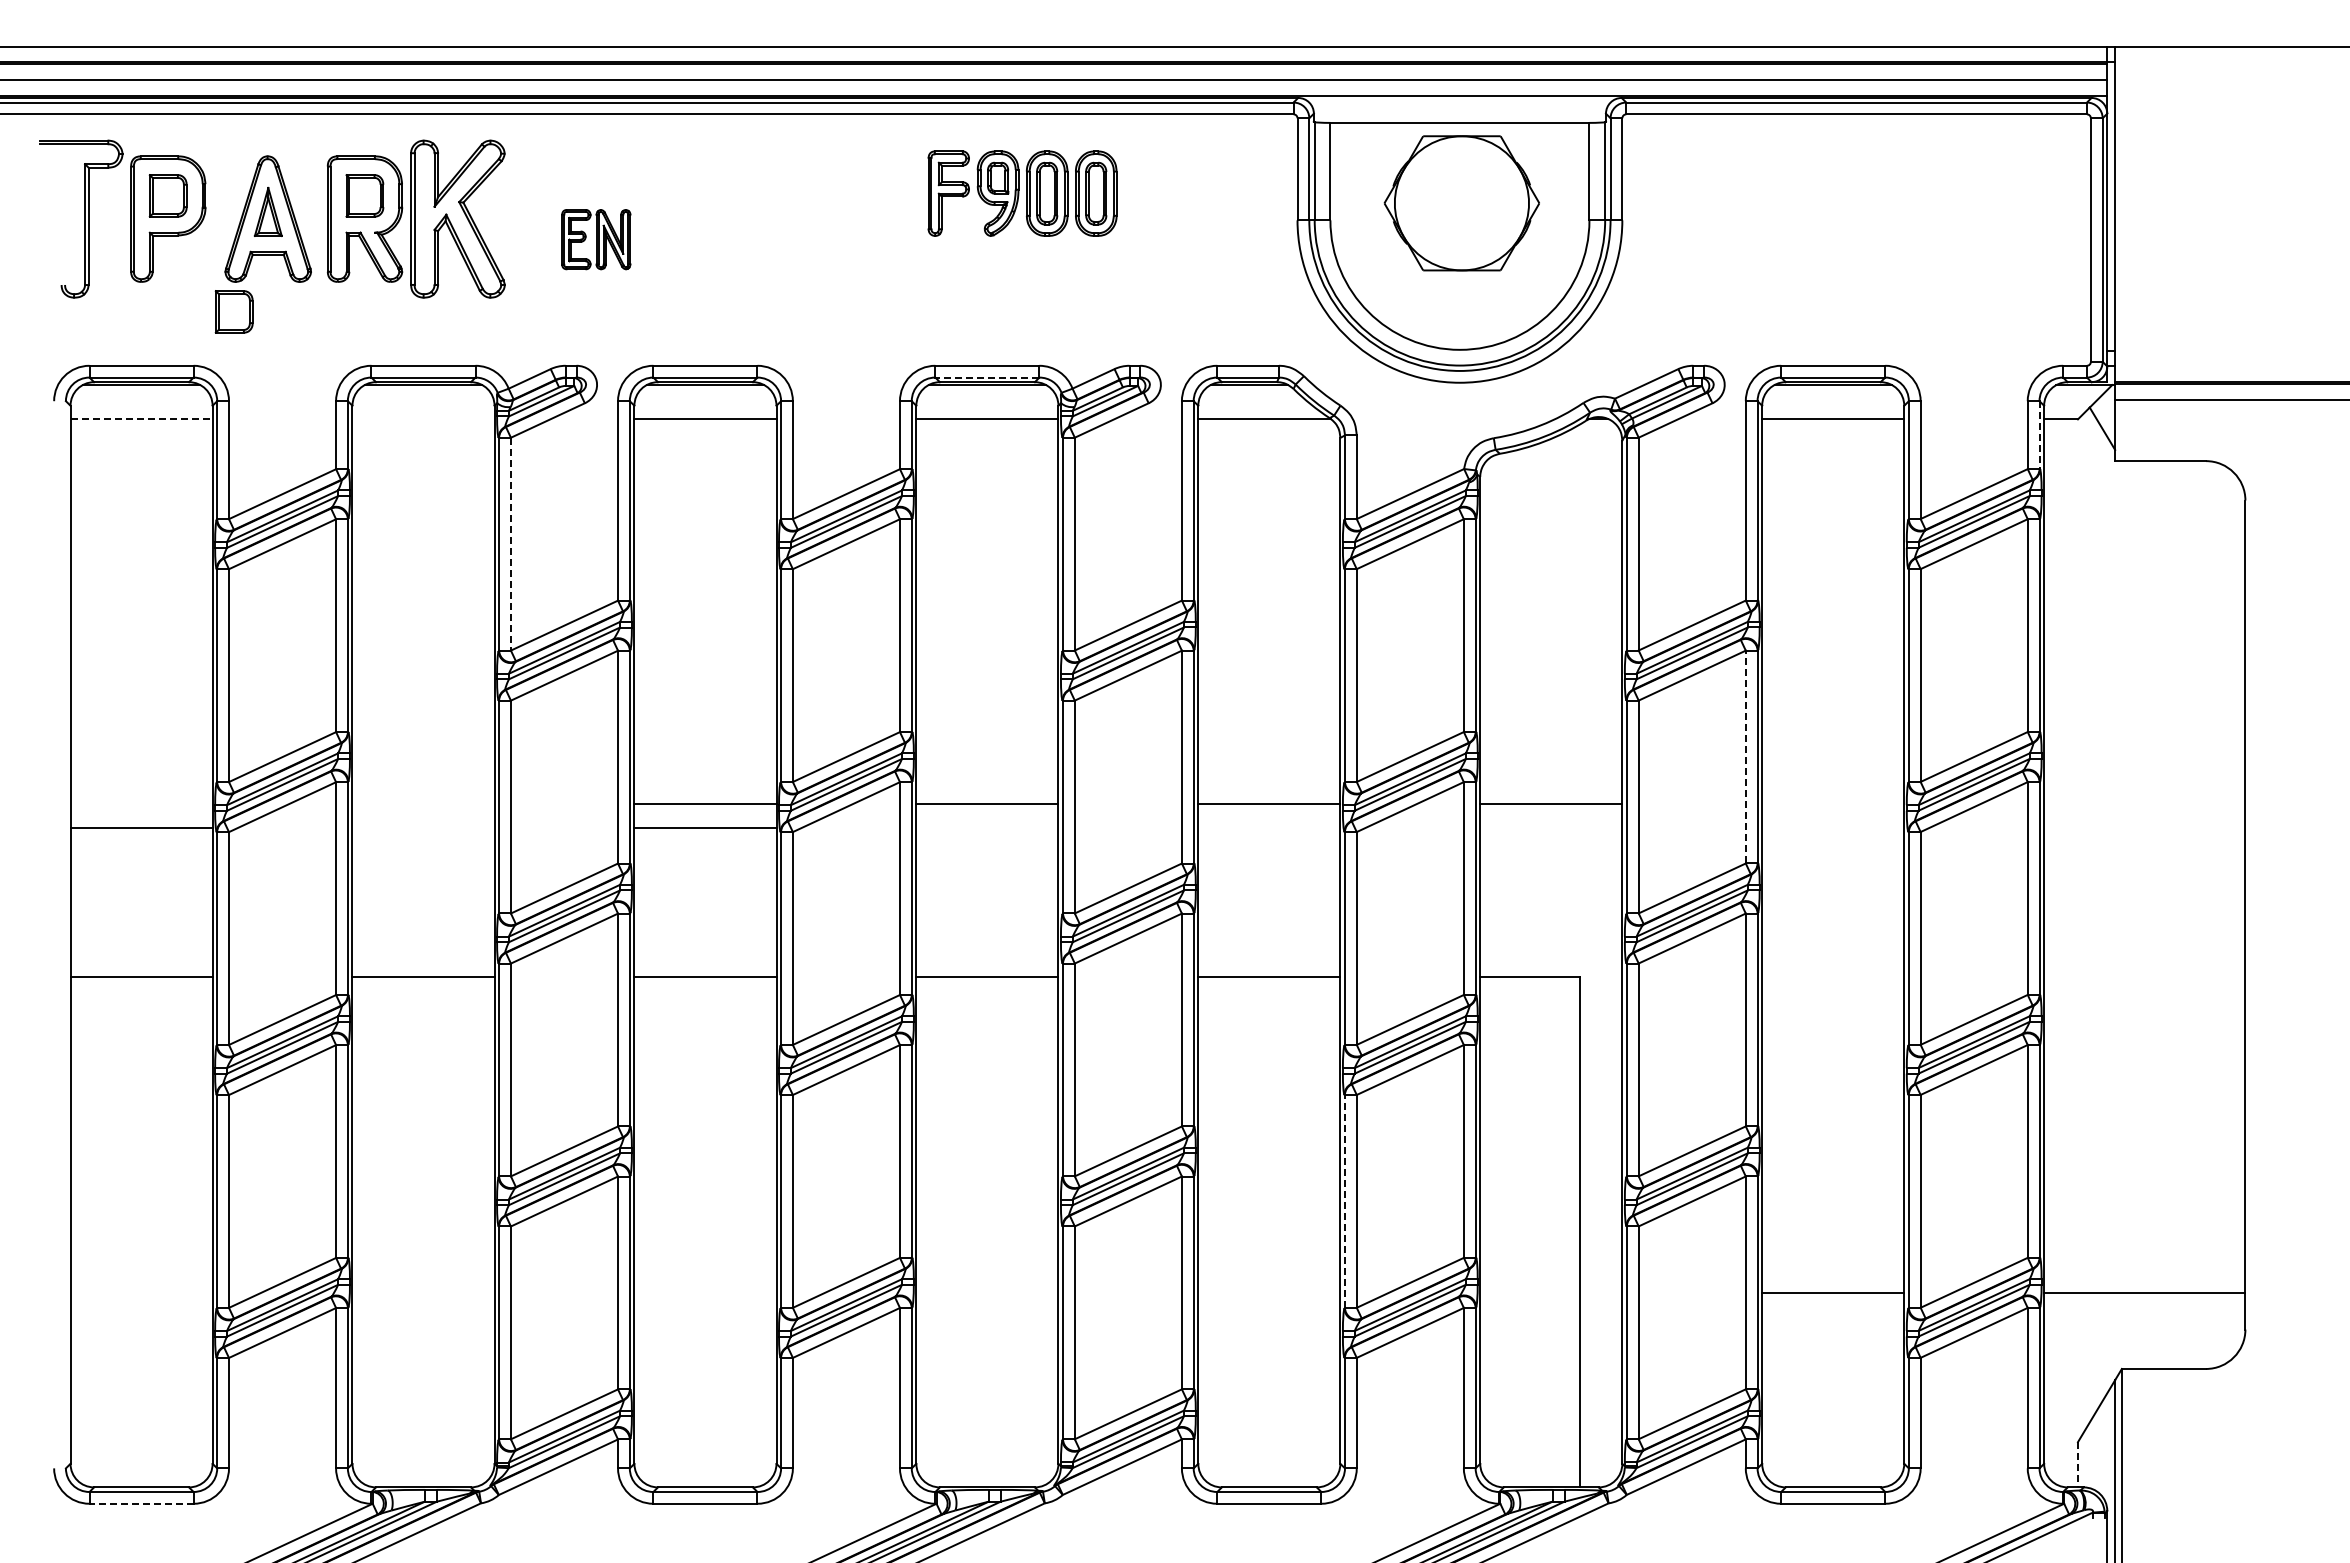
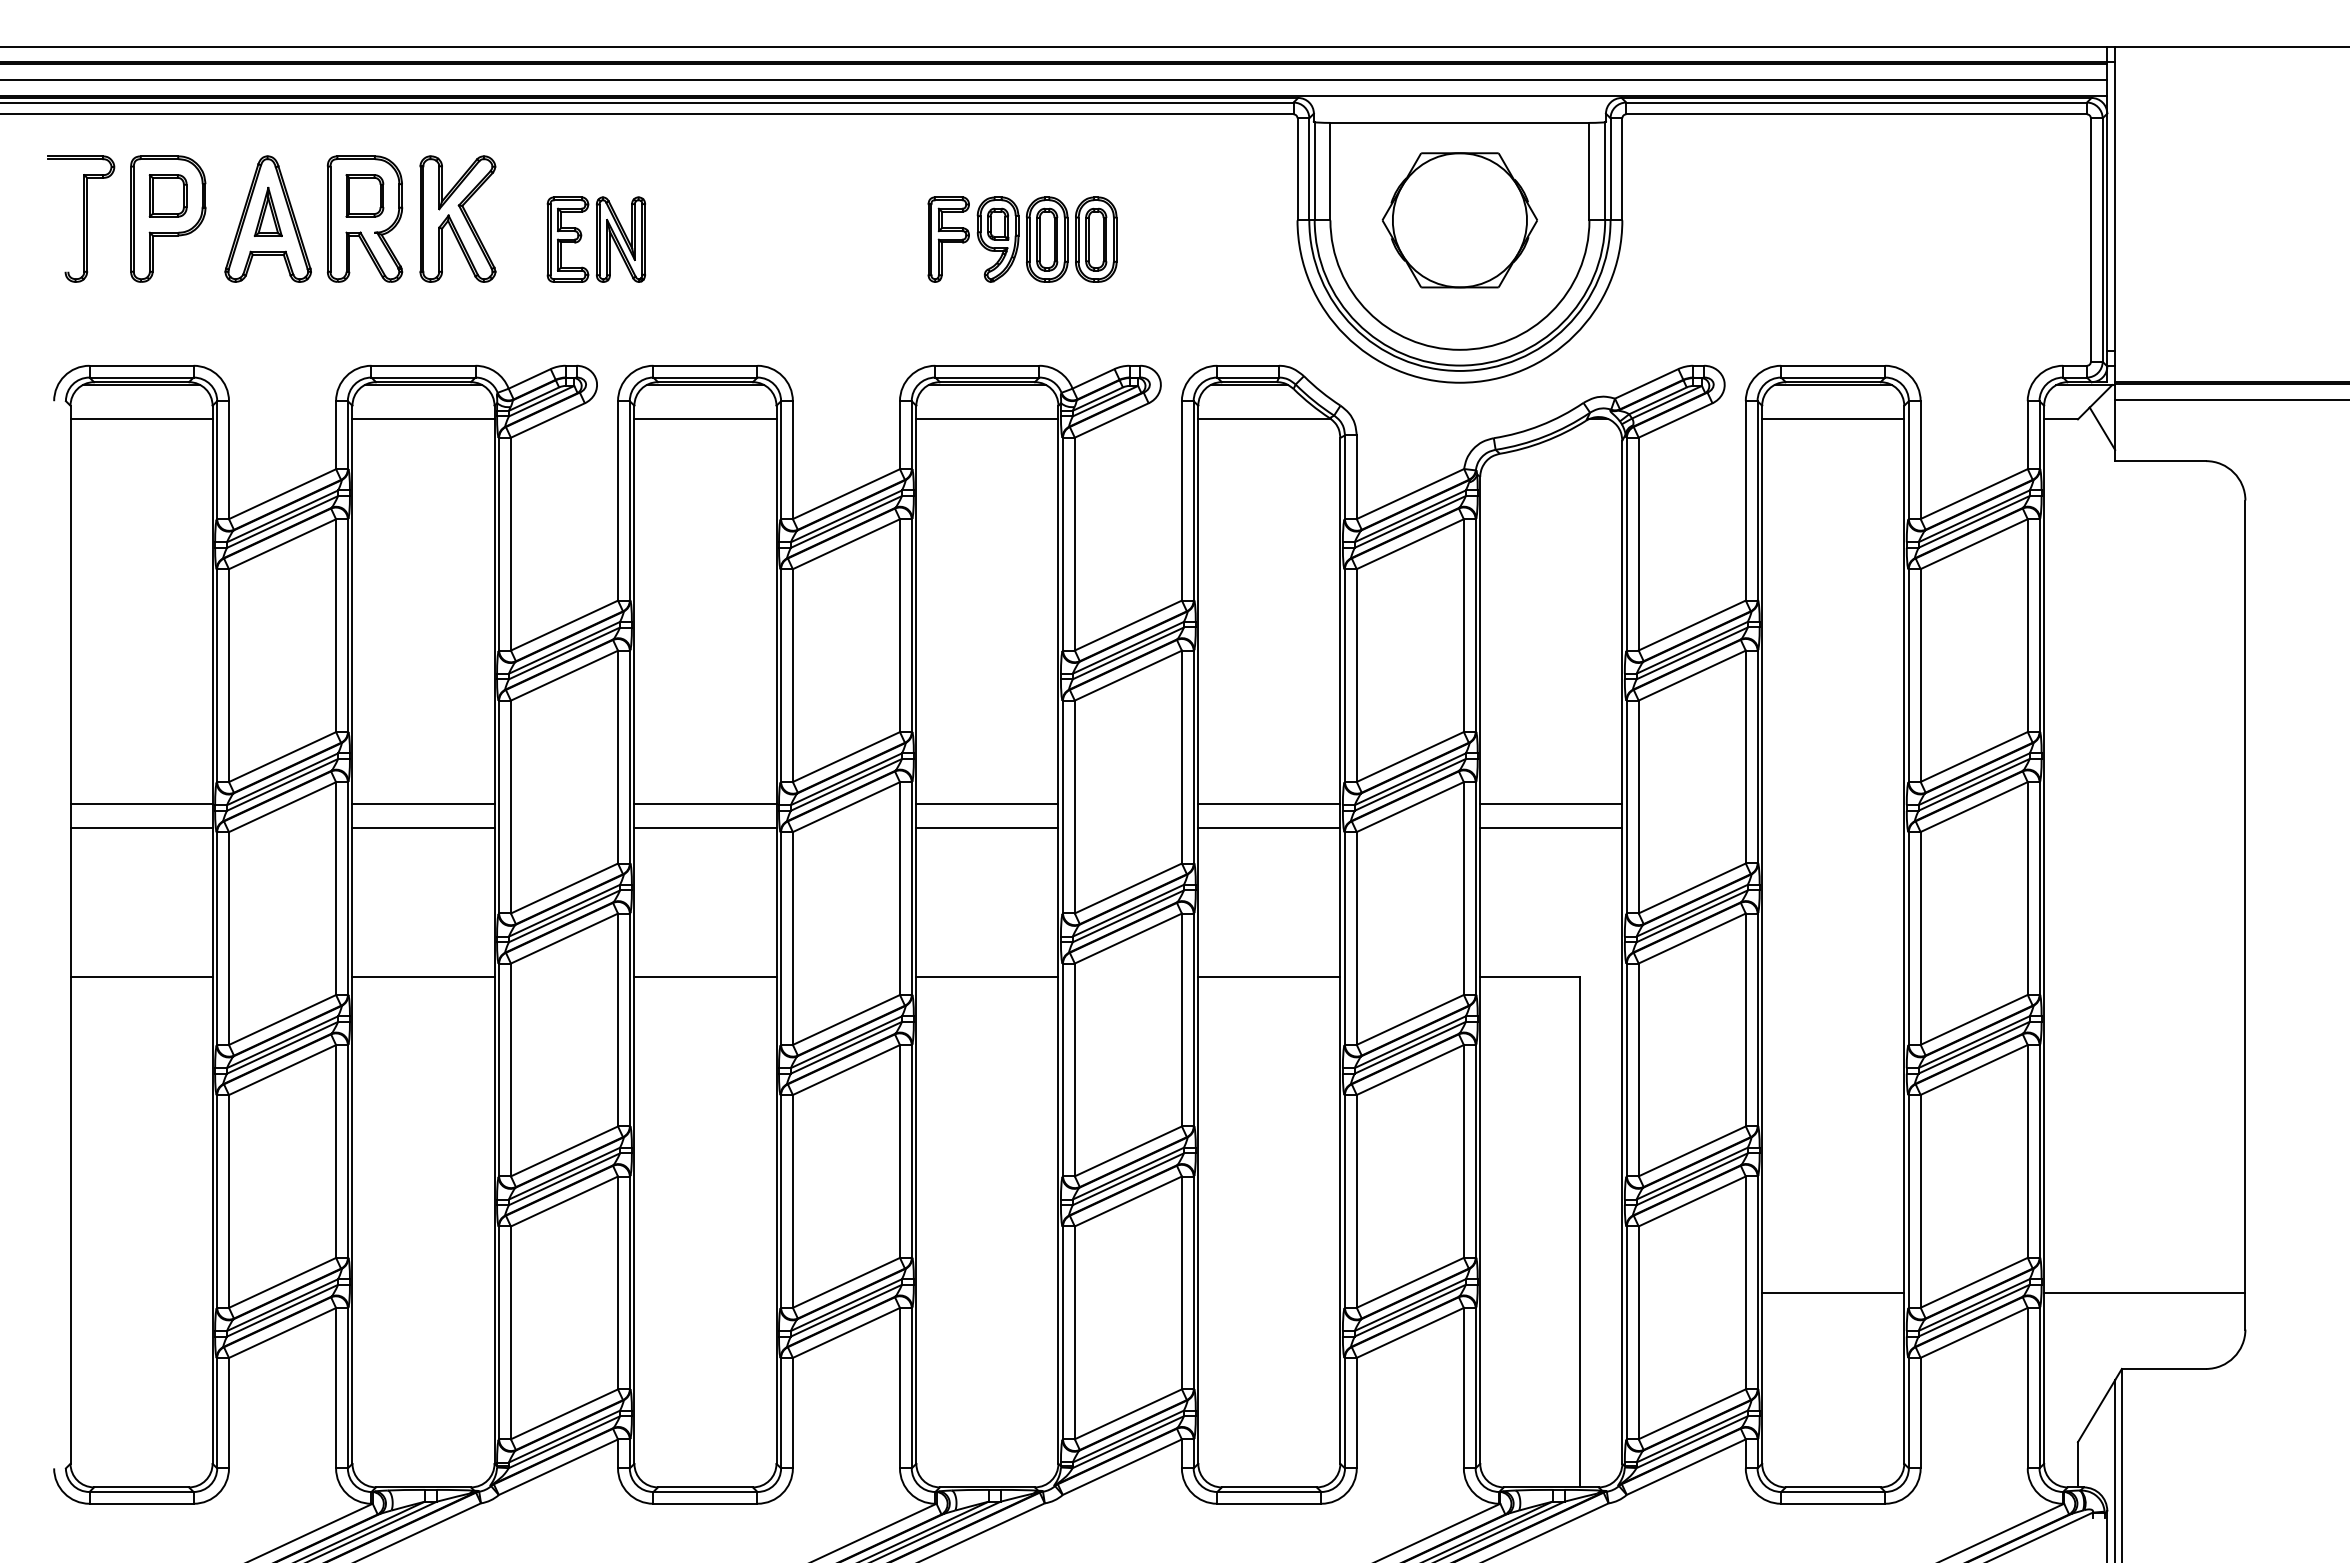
part at (1022, 193) position: (1022, 193) -> (1022, 239)
part at (1461, 203) position: (1461, 203) -> (1459, 220)
part at (81, 218) size: 85x160 px -> 69x128 px
part at (457, 218) size: 96x160 px -> 78x128 px
part at (596, 239) size: 71x62 px -> 100x87 px
part at (233, 311): present -> none
line at (986, 377): dashed -> solid
line at (142, 419): dashed -> solid
line at (423, 419): none -> present
line at (2039, 435): dashed -> solid
line at (510, 544): dashed -> solid
line at (1745, 756): dashed -> solid
line at (141, 804): none -> present
line at (423, 804): none -> present
line at (423, 828): none -> present
line at (987, 828): none -> present
line at (1269, 828): none -> present
line at (1551, 828): none -> present
line at (1344, 1200): dashed -> solid
line at (2077, 1464): dashed -> solid
line at (141, 1503): dashed -> solid
